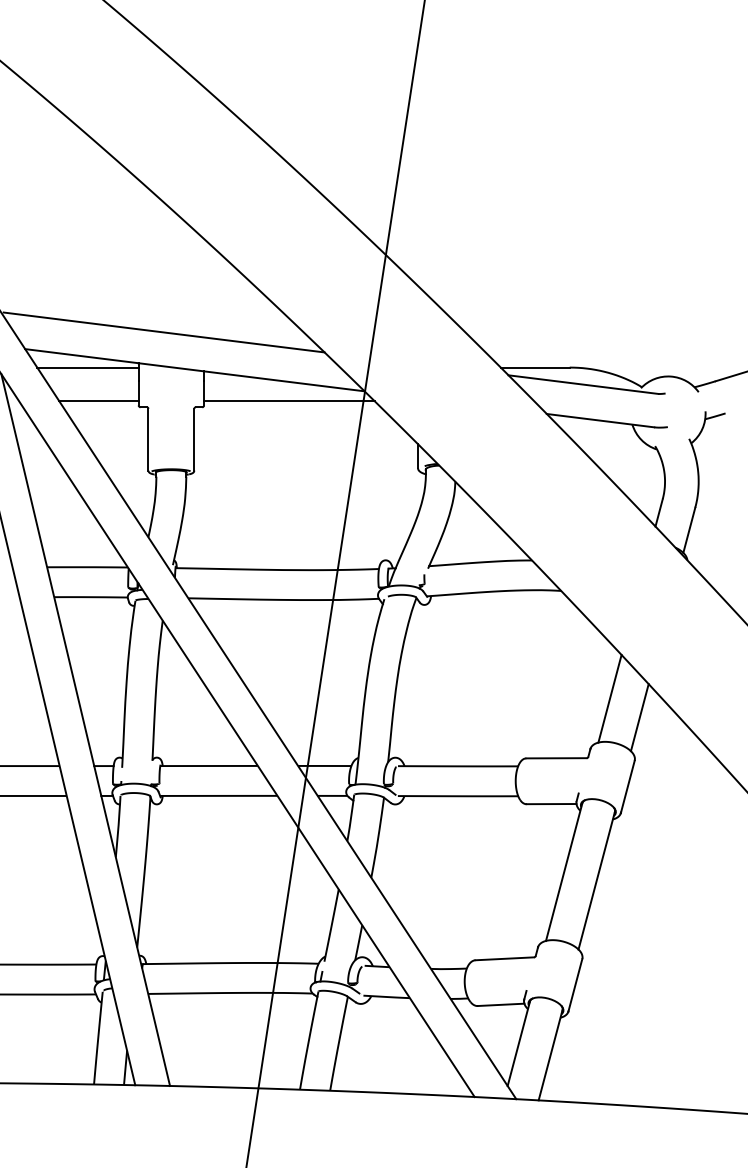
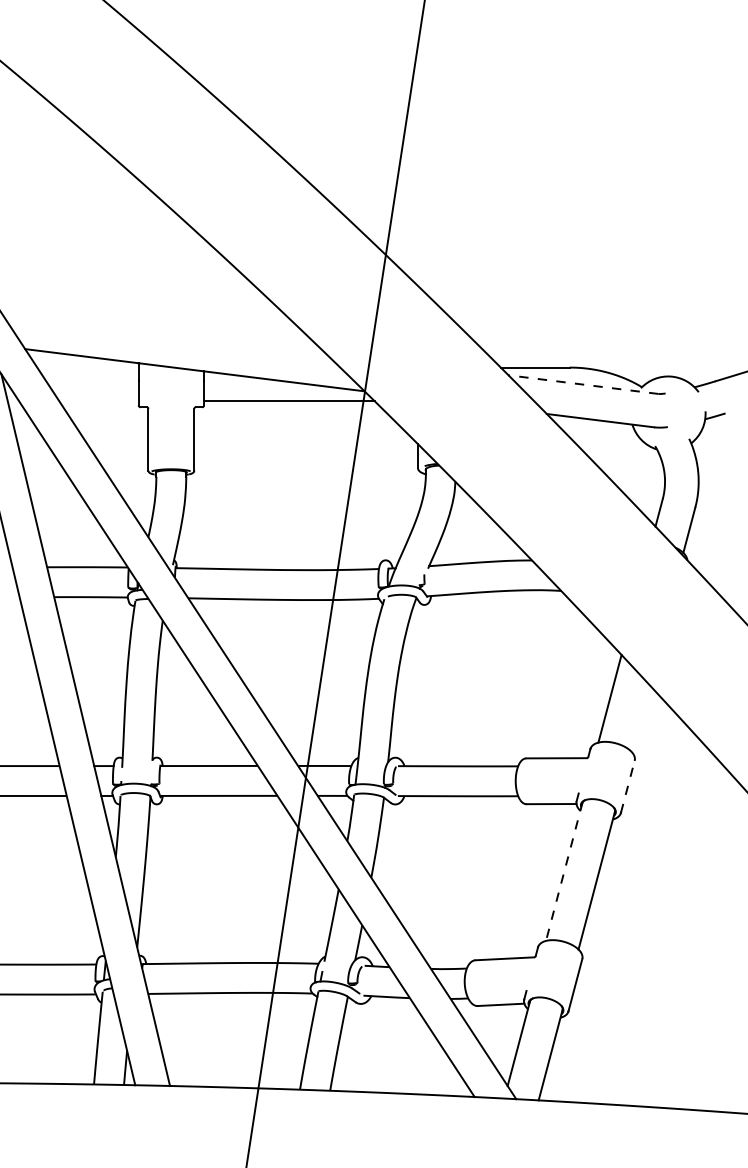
line at (163, 332): present -> none
line at (87, 367): present -> none
line at (582, 384): solid -> dashed
line at (98, 401): present -> none
line at (639, 717): present -> none
line at (627, 786): solid -> dashed
line at (564, 871): solid -> dashed
